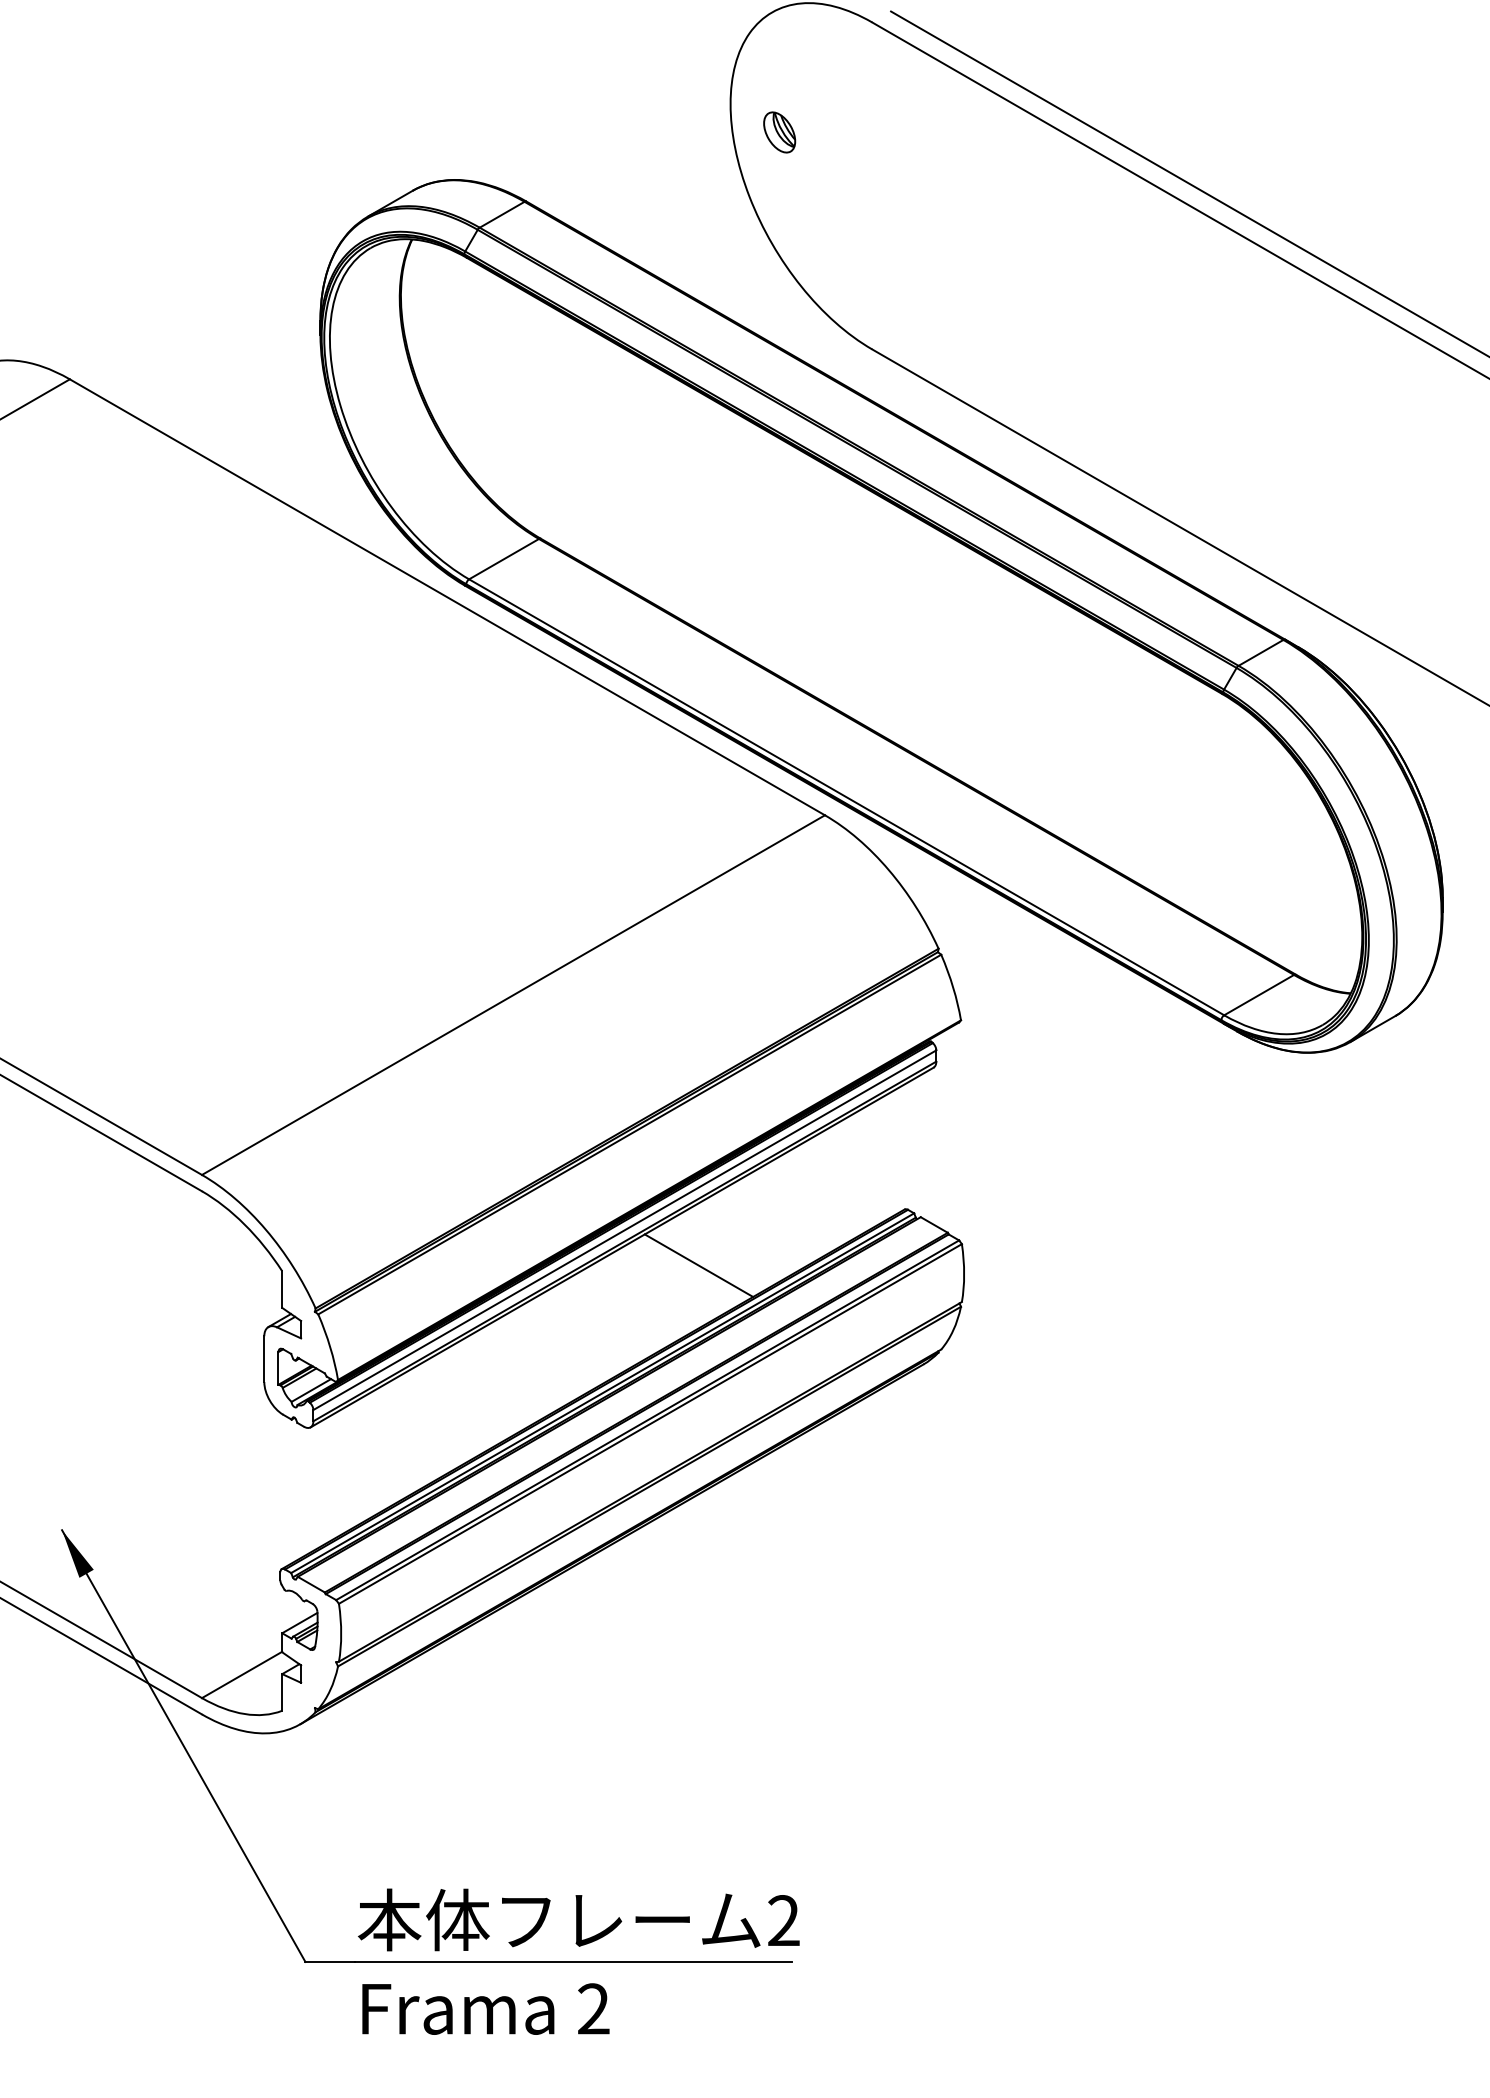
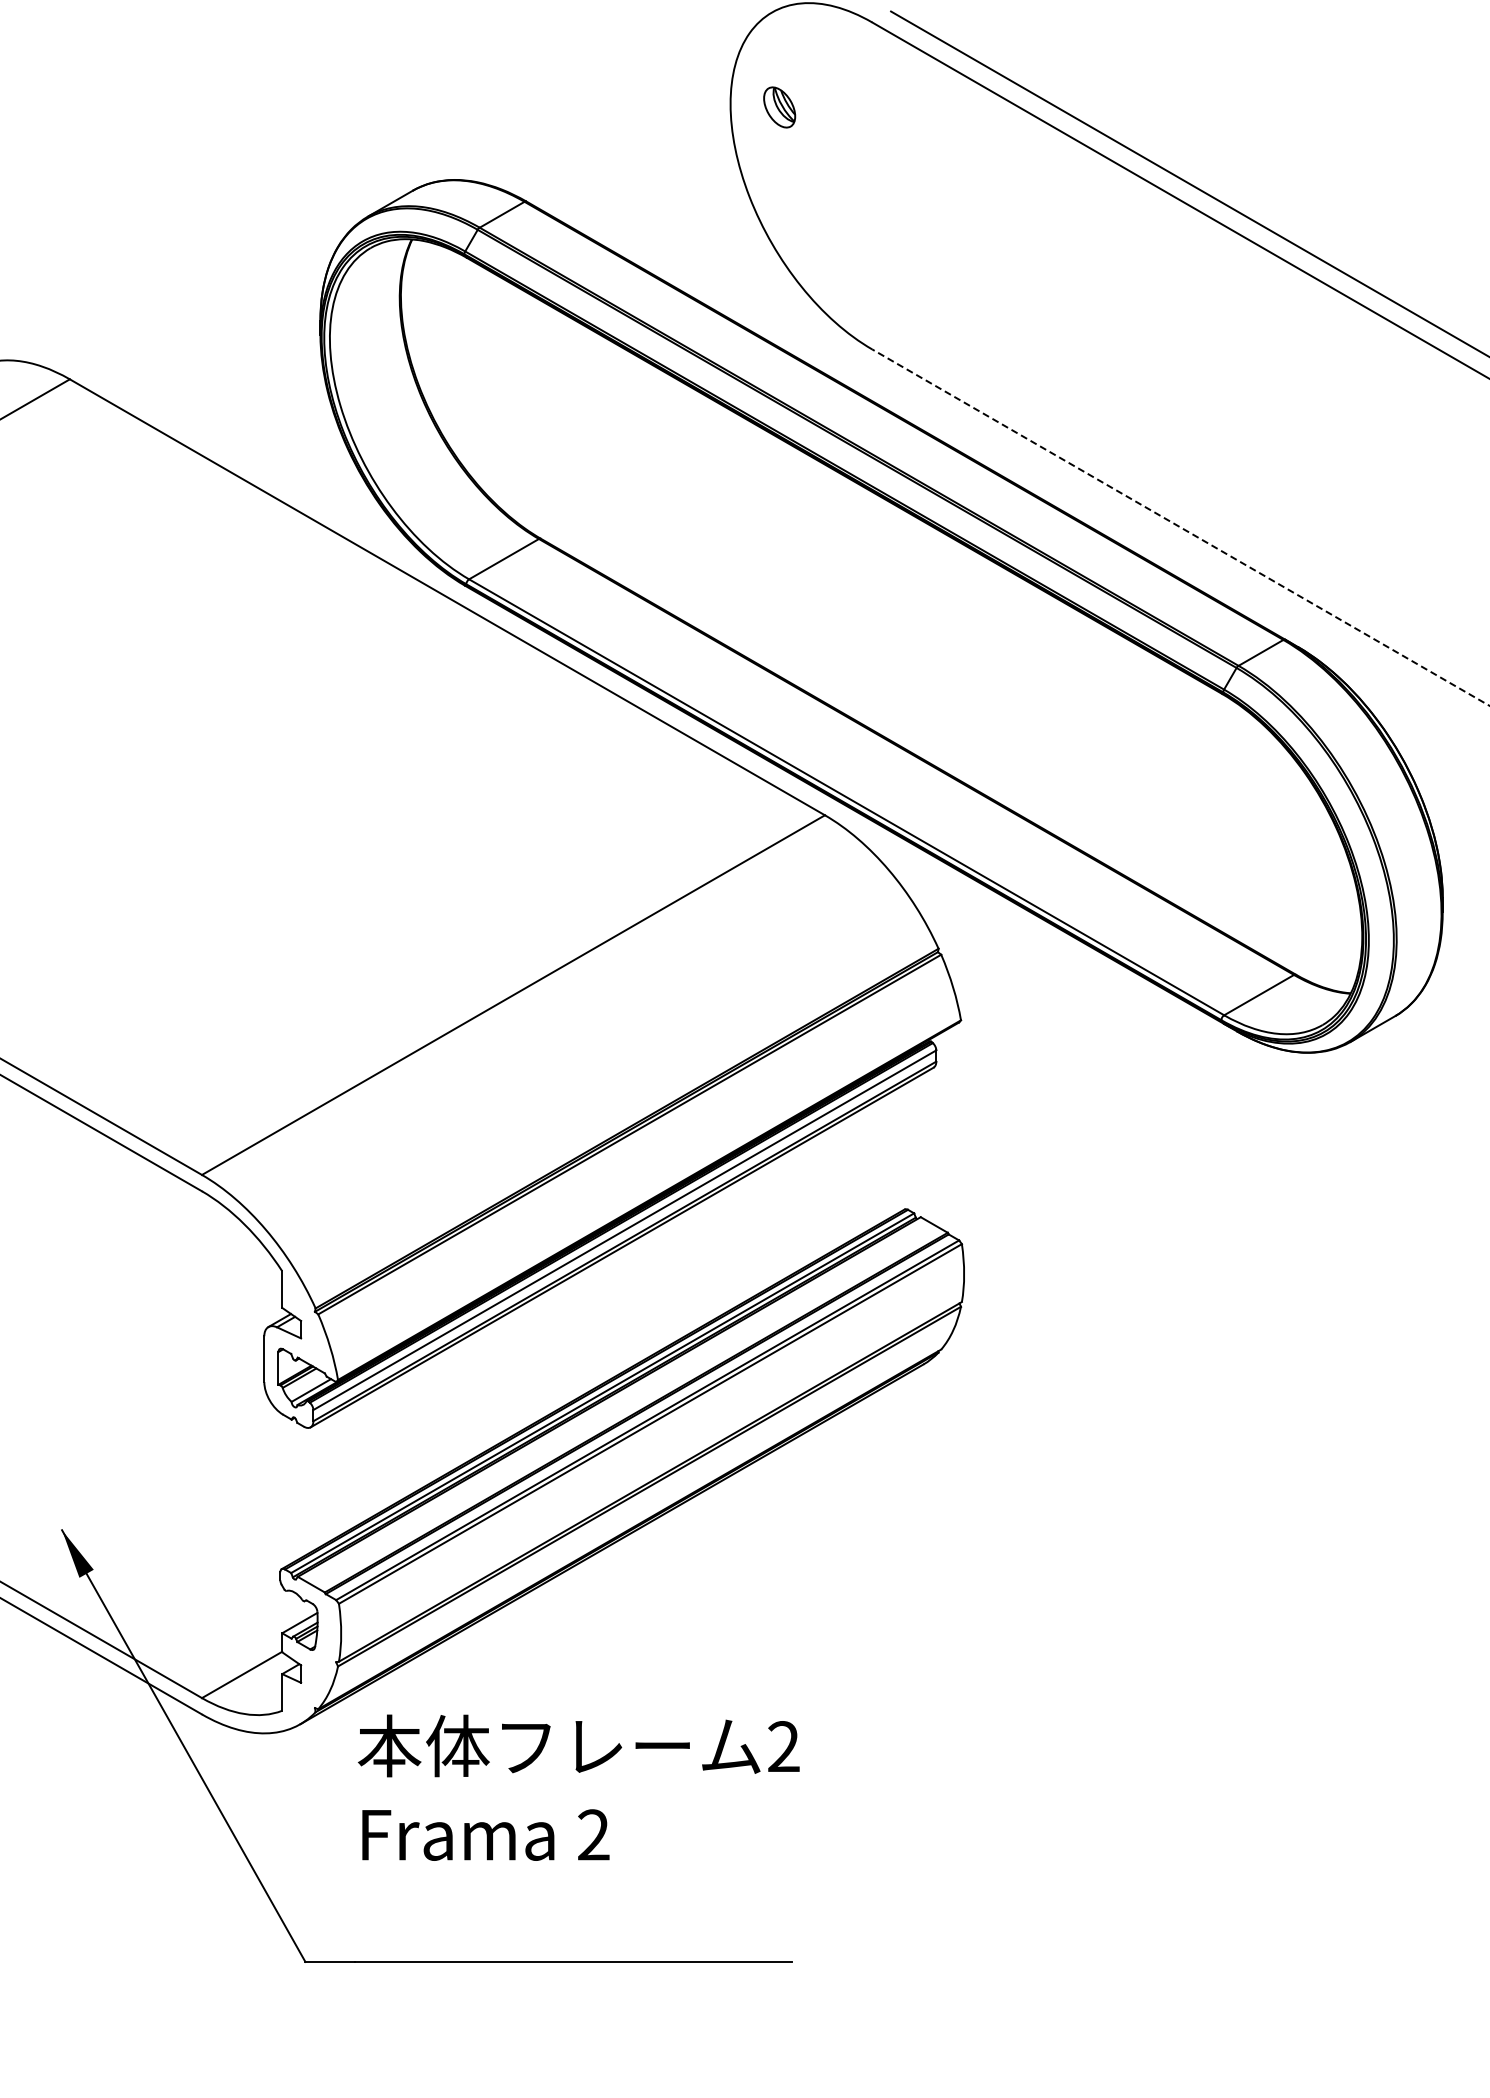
part at (779, 132) position: (779, 132) -> (779, 107)
line at (1180, 527): solid -> dashed
line at (698, 1265): present -> none
text at (578, 1961) position: (578, 1961) -> (578, 1787)
